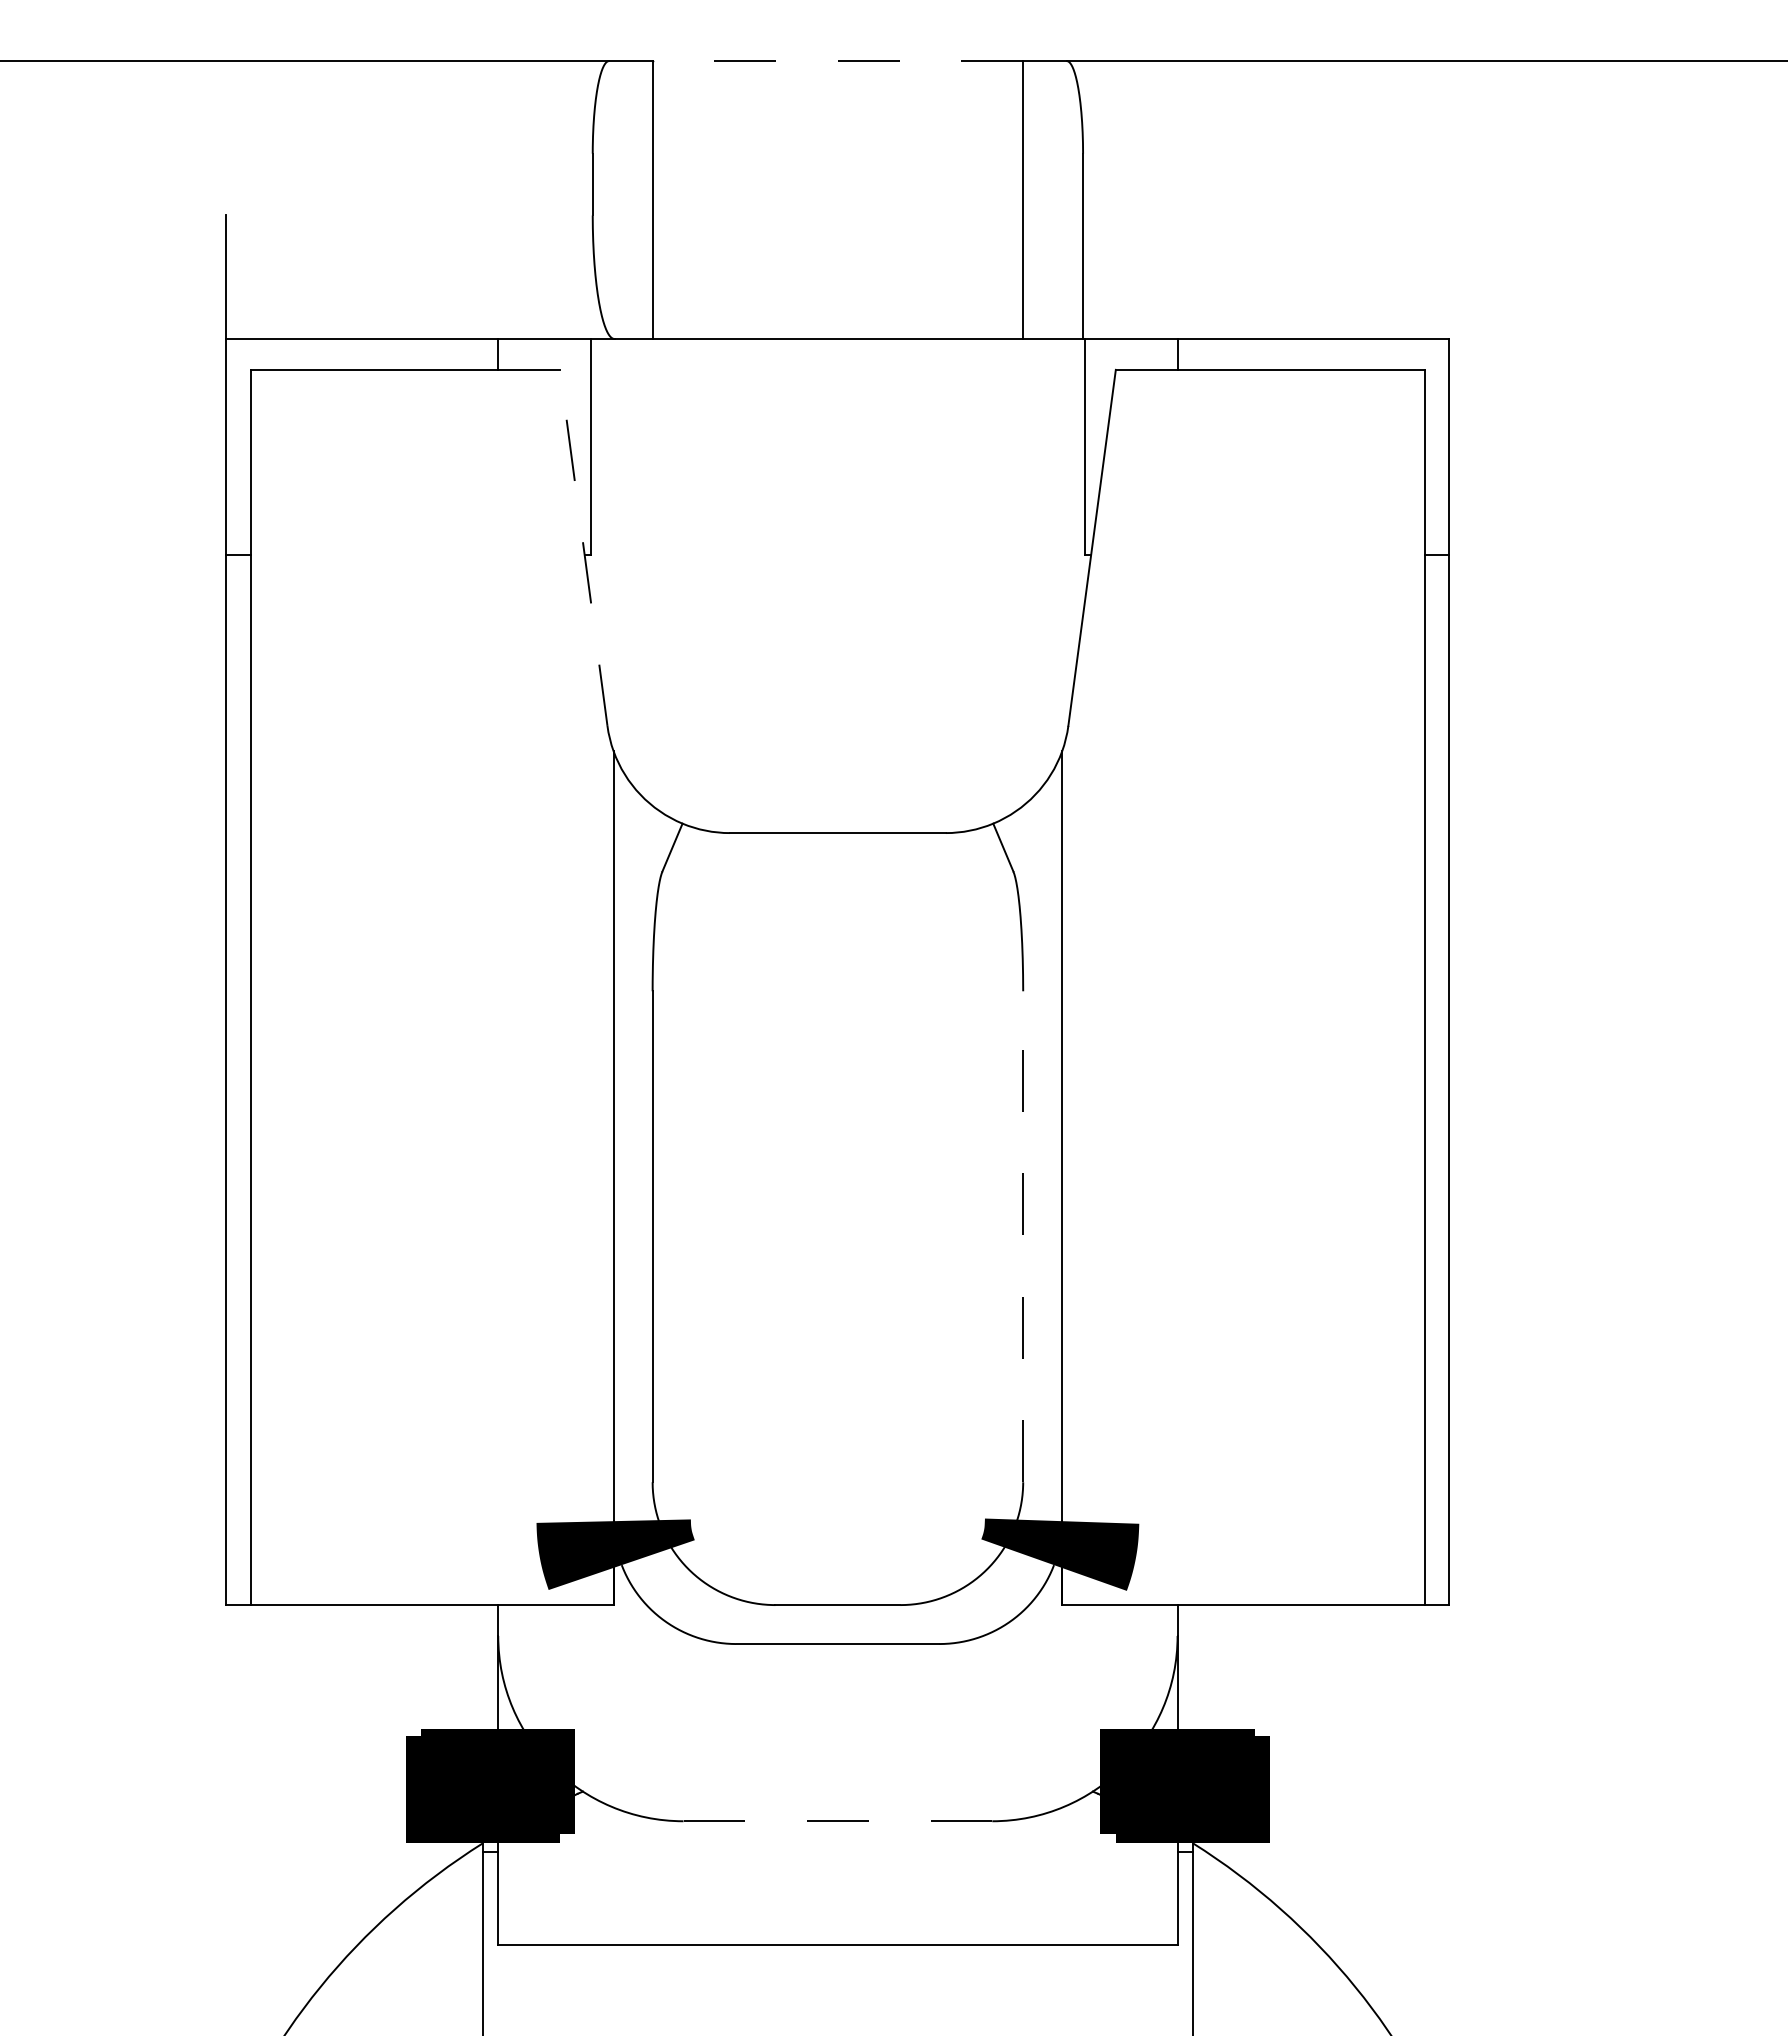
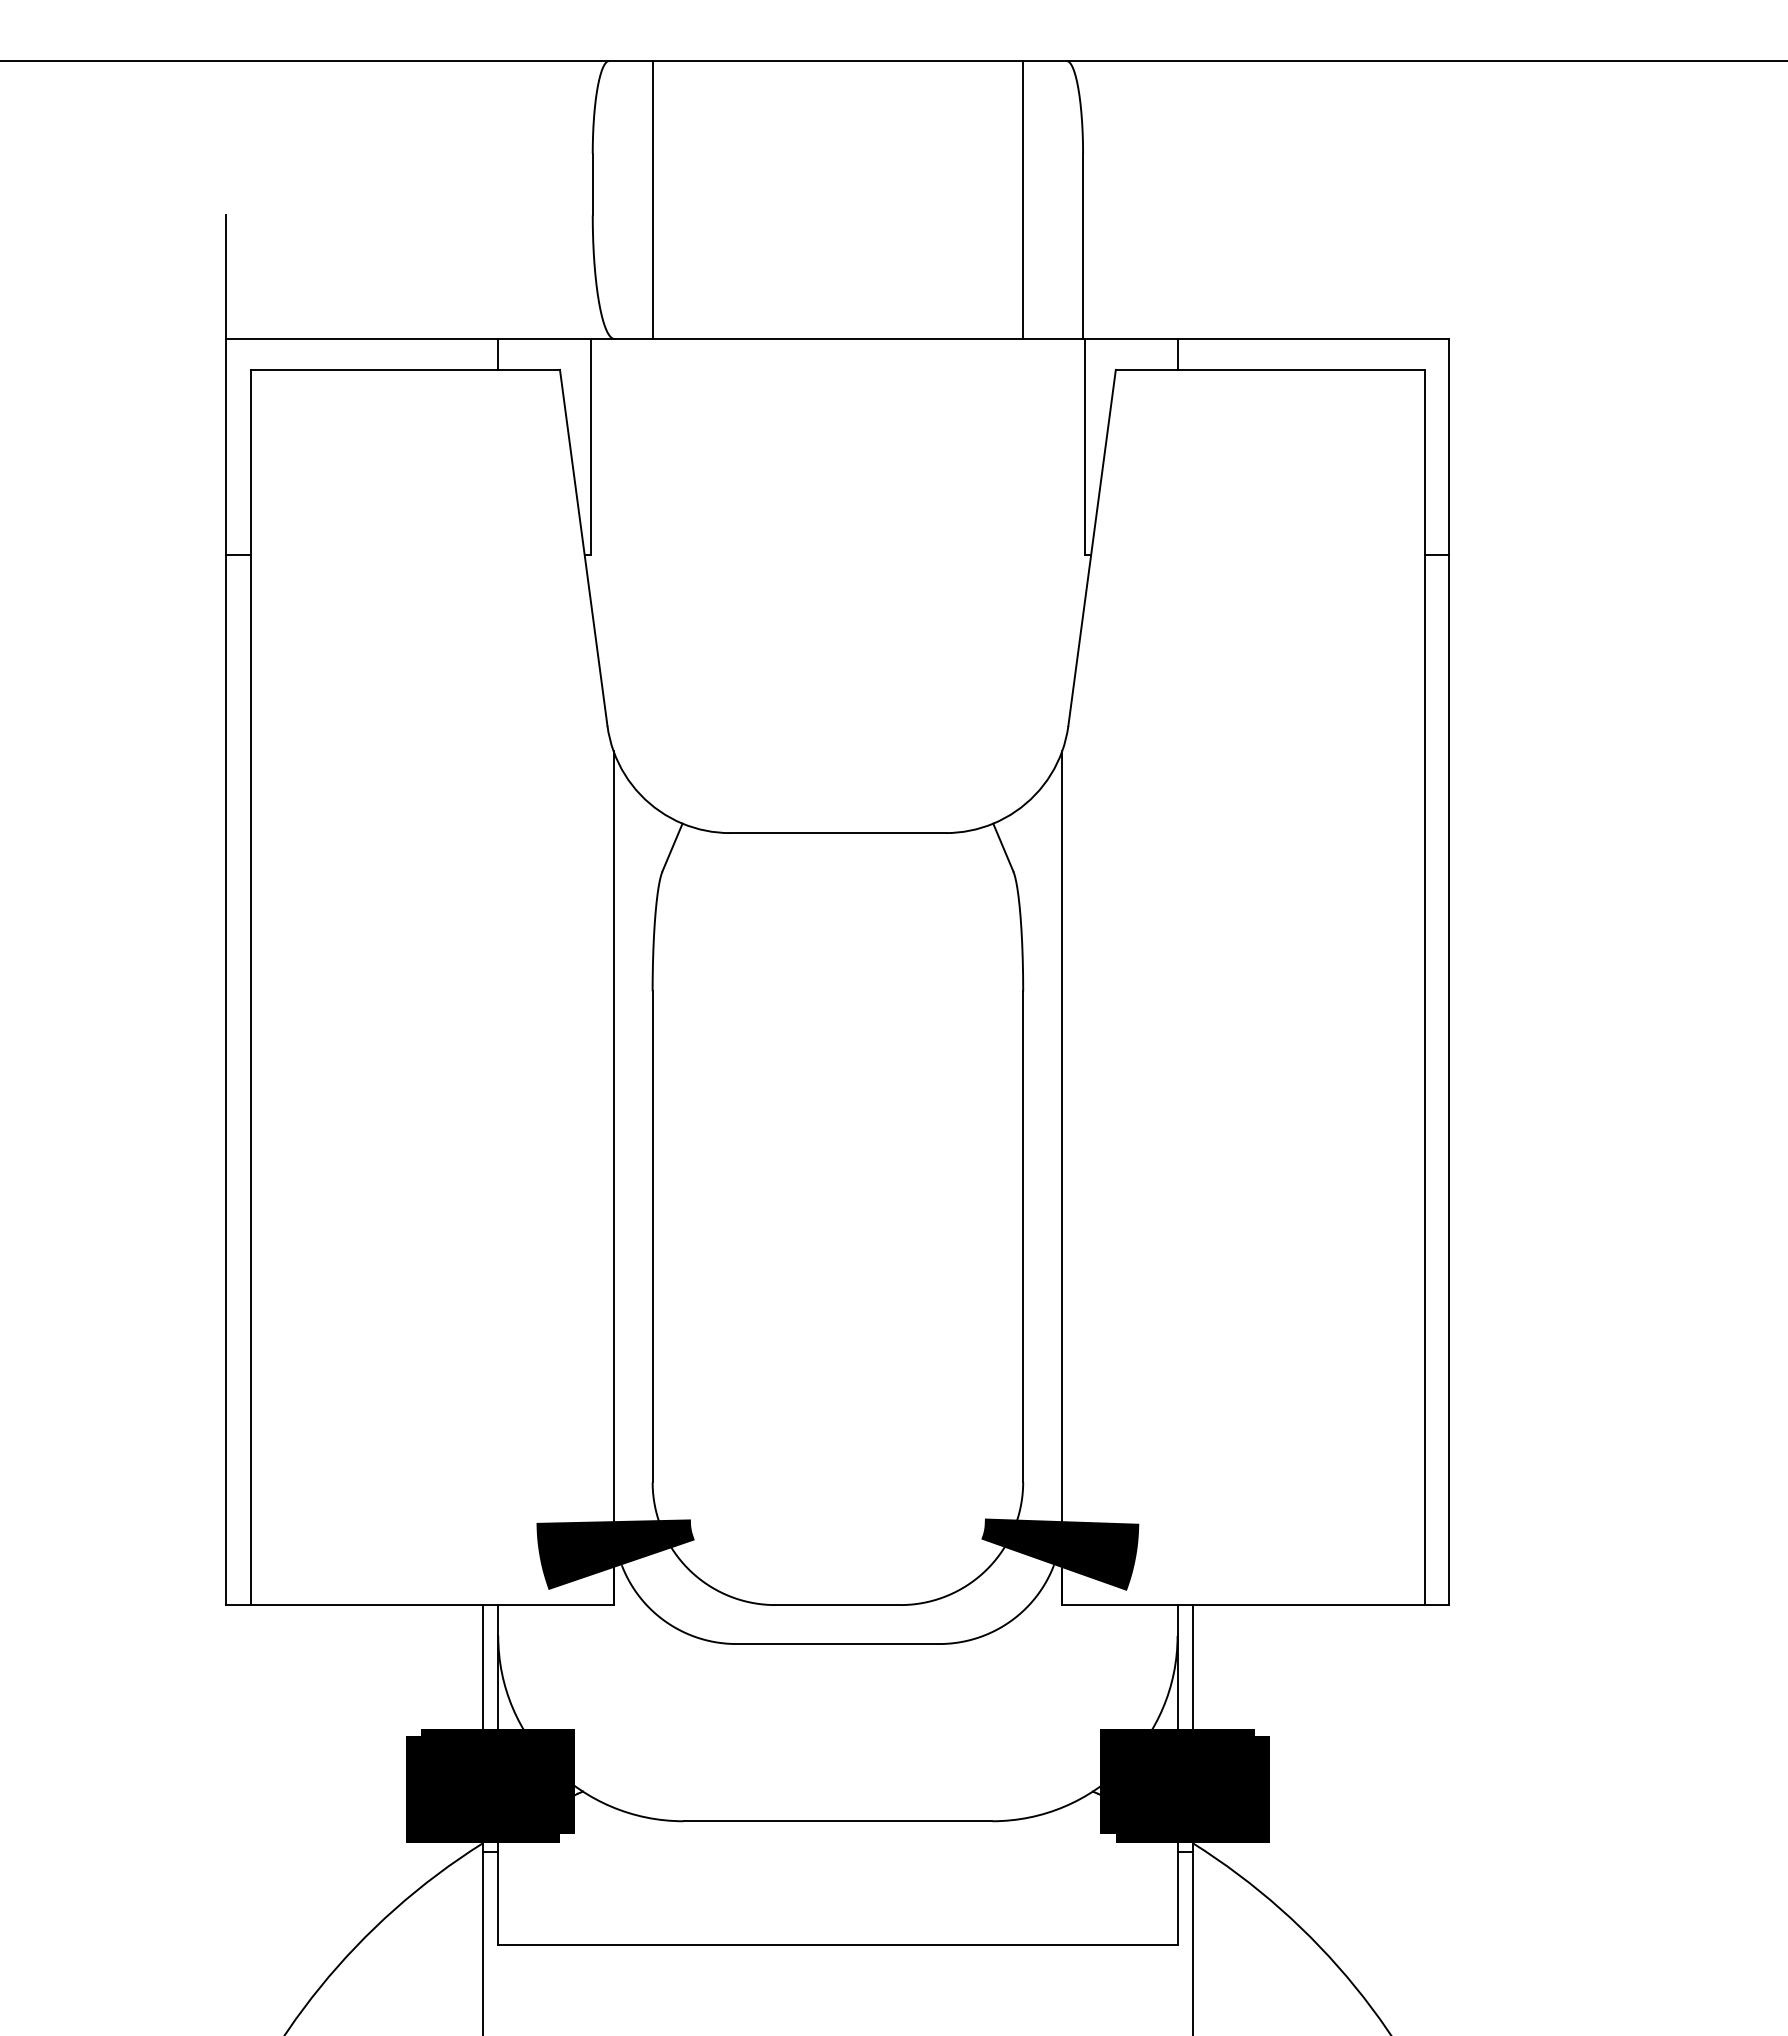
line at (837, 61): dashed -> solid
line at (583, 547): dashed -> solid
line at (1023, 1236): dashed -> solid
line at (482, 1670): none -> present
line at (1193, 1670): none -> present
line at (837, 1821): dashed -> solid
